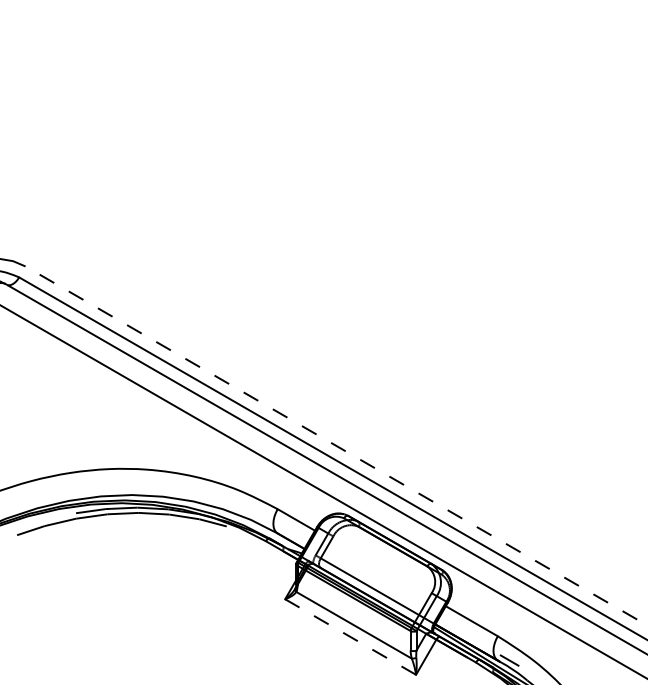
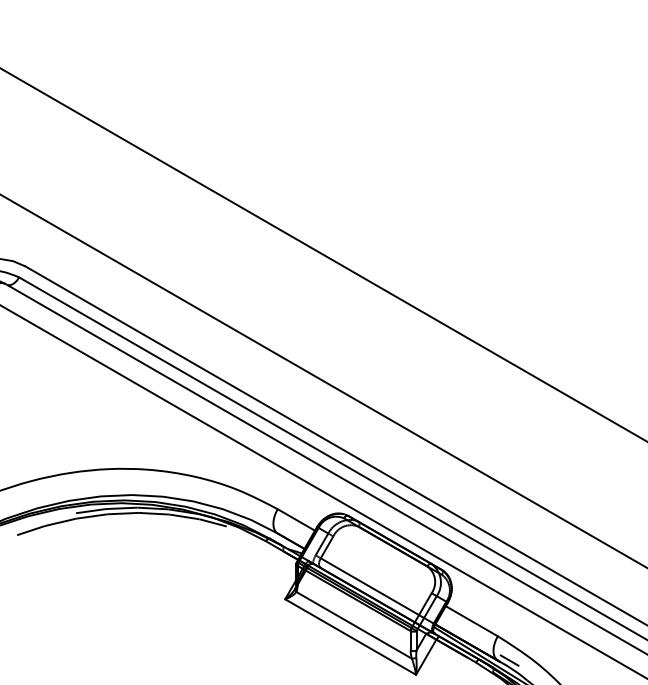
line at (323, 254): none -> present
line at (323, 380): none -> present
line at (336, 445): dashed -> solid
line at (350, 637): dashed -> solid
